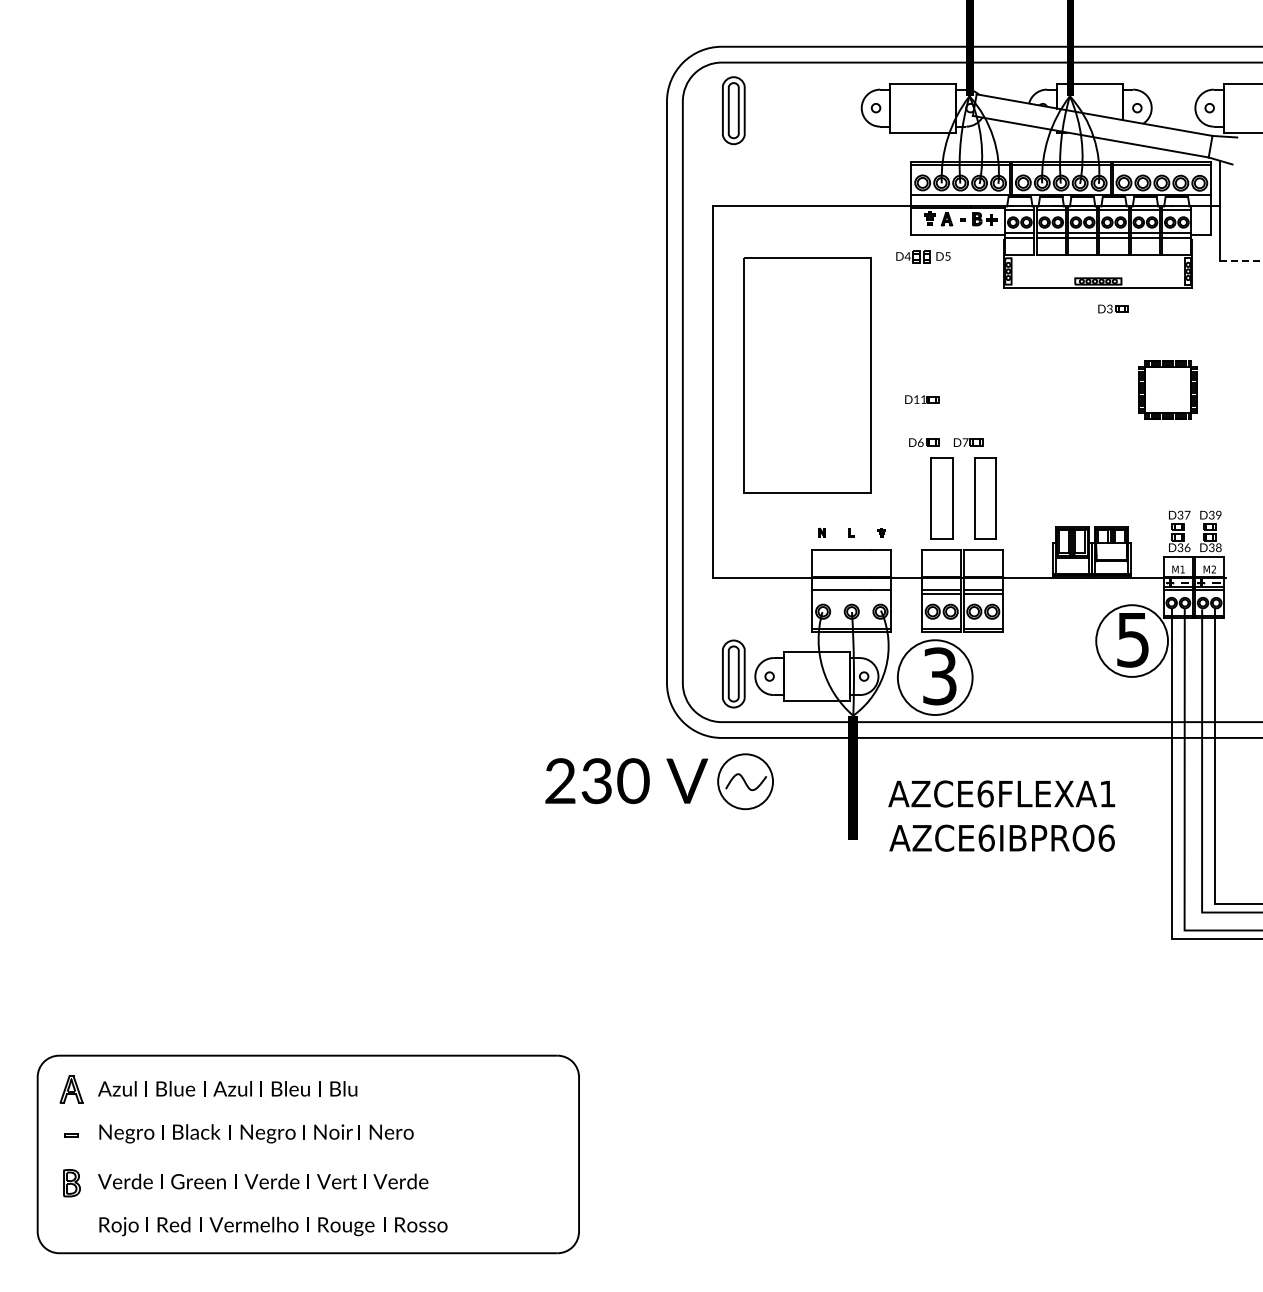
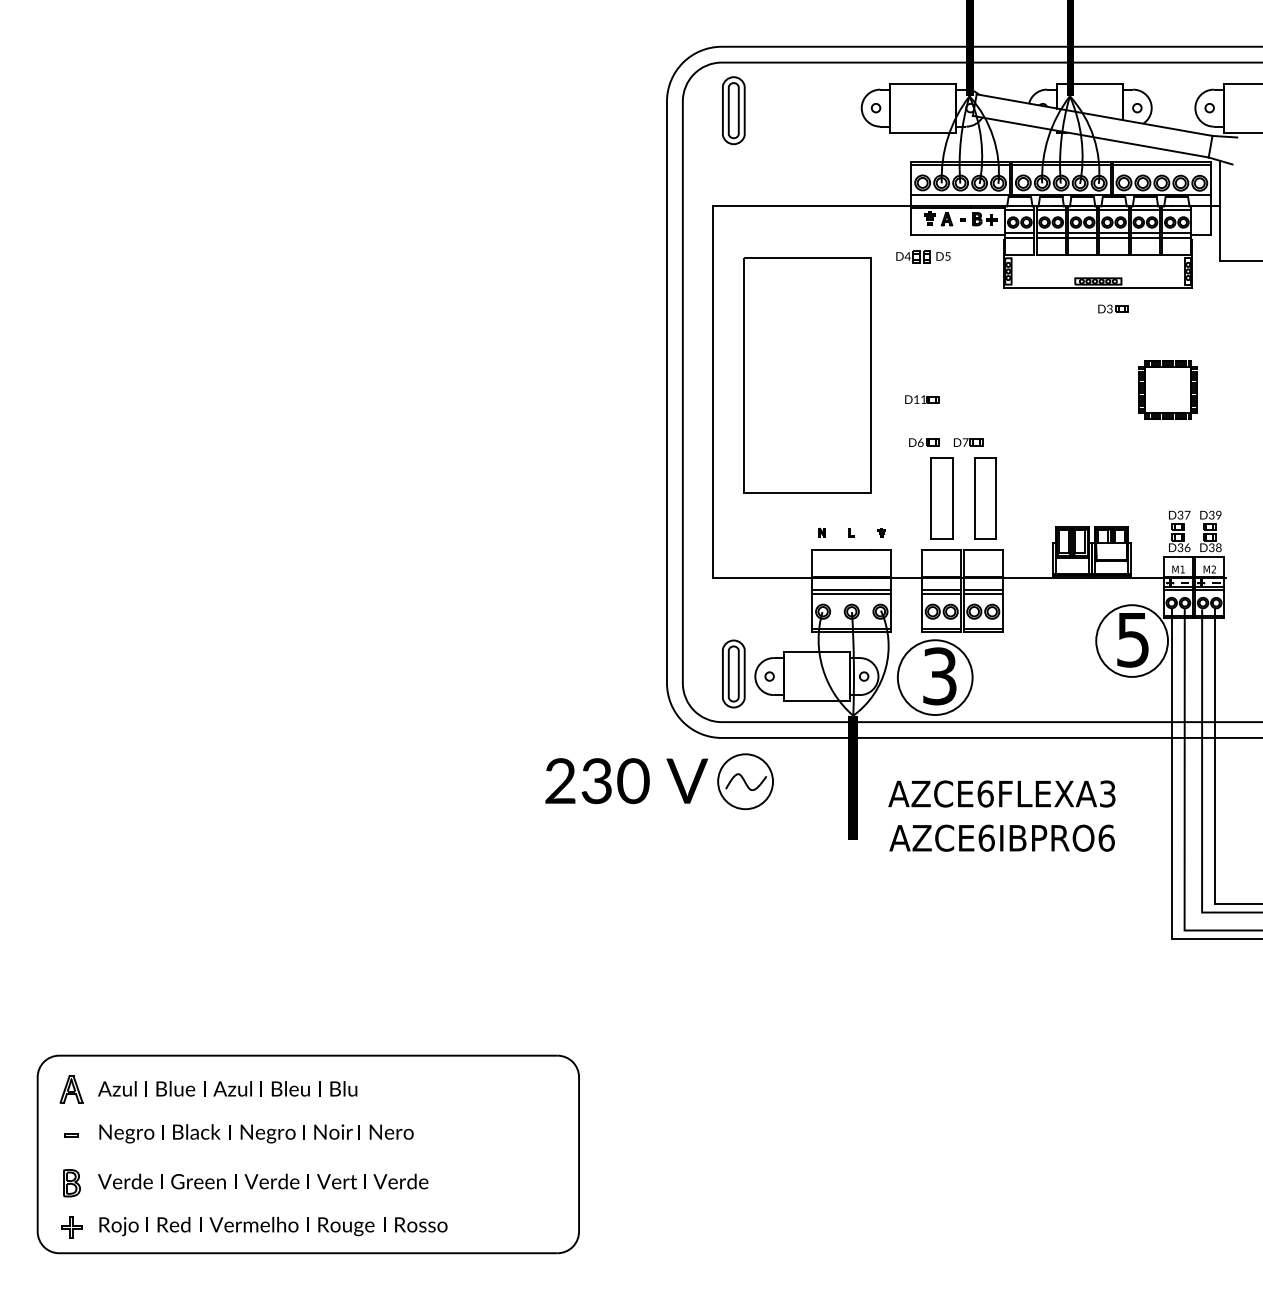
line at (1241, 260): dashed -> solid
line at (851, 594): none -> present
text at (1107, 793): AZCE6FLEXA1 -> AZCE6FLEXA3
part at (71, 1227): none -> present
